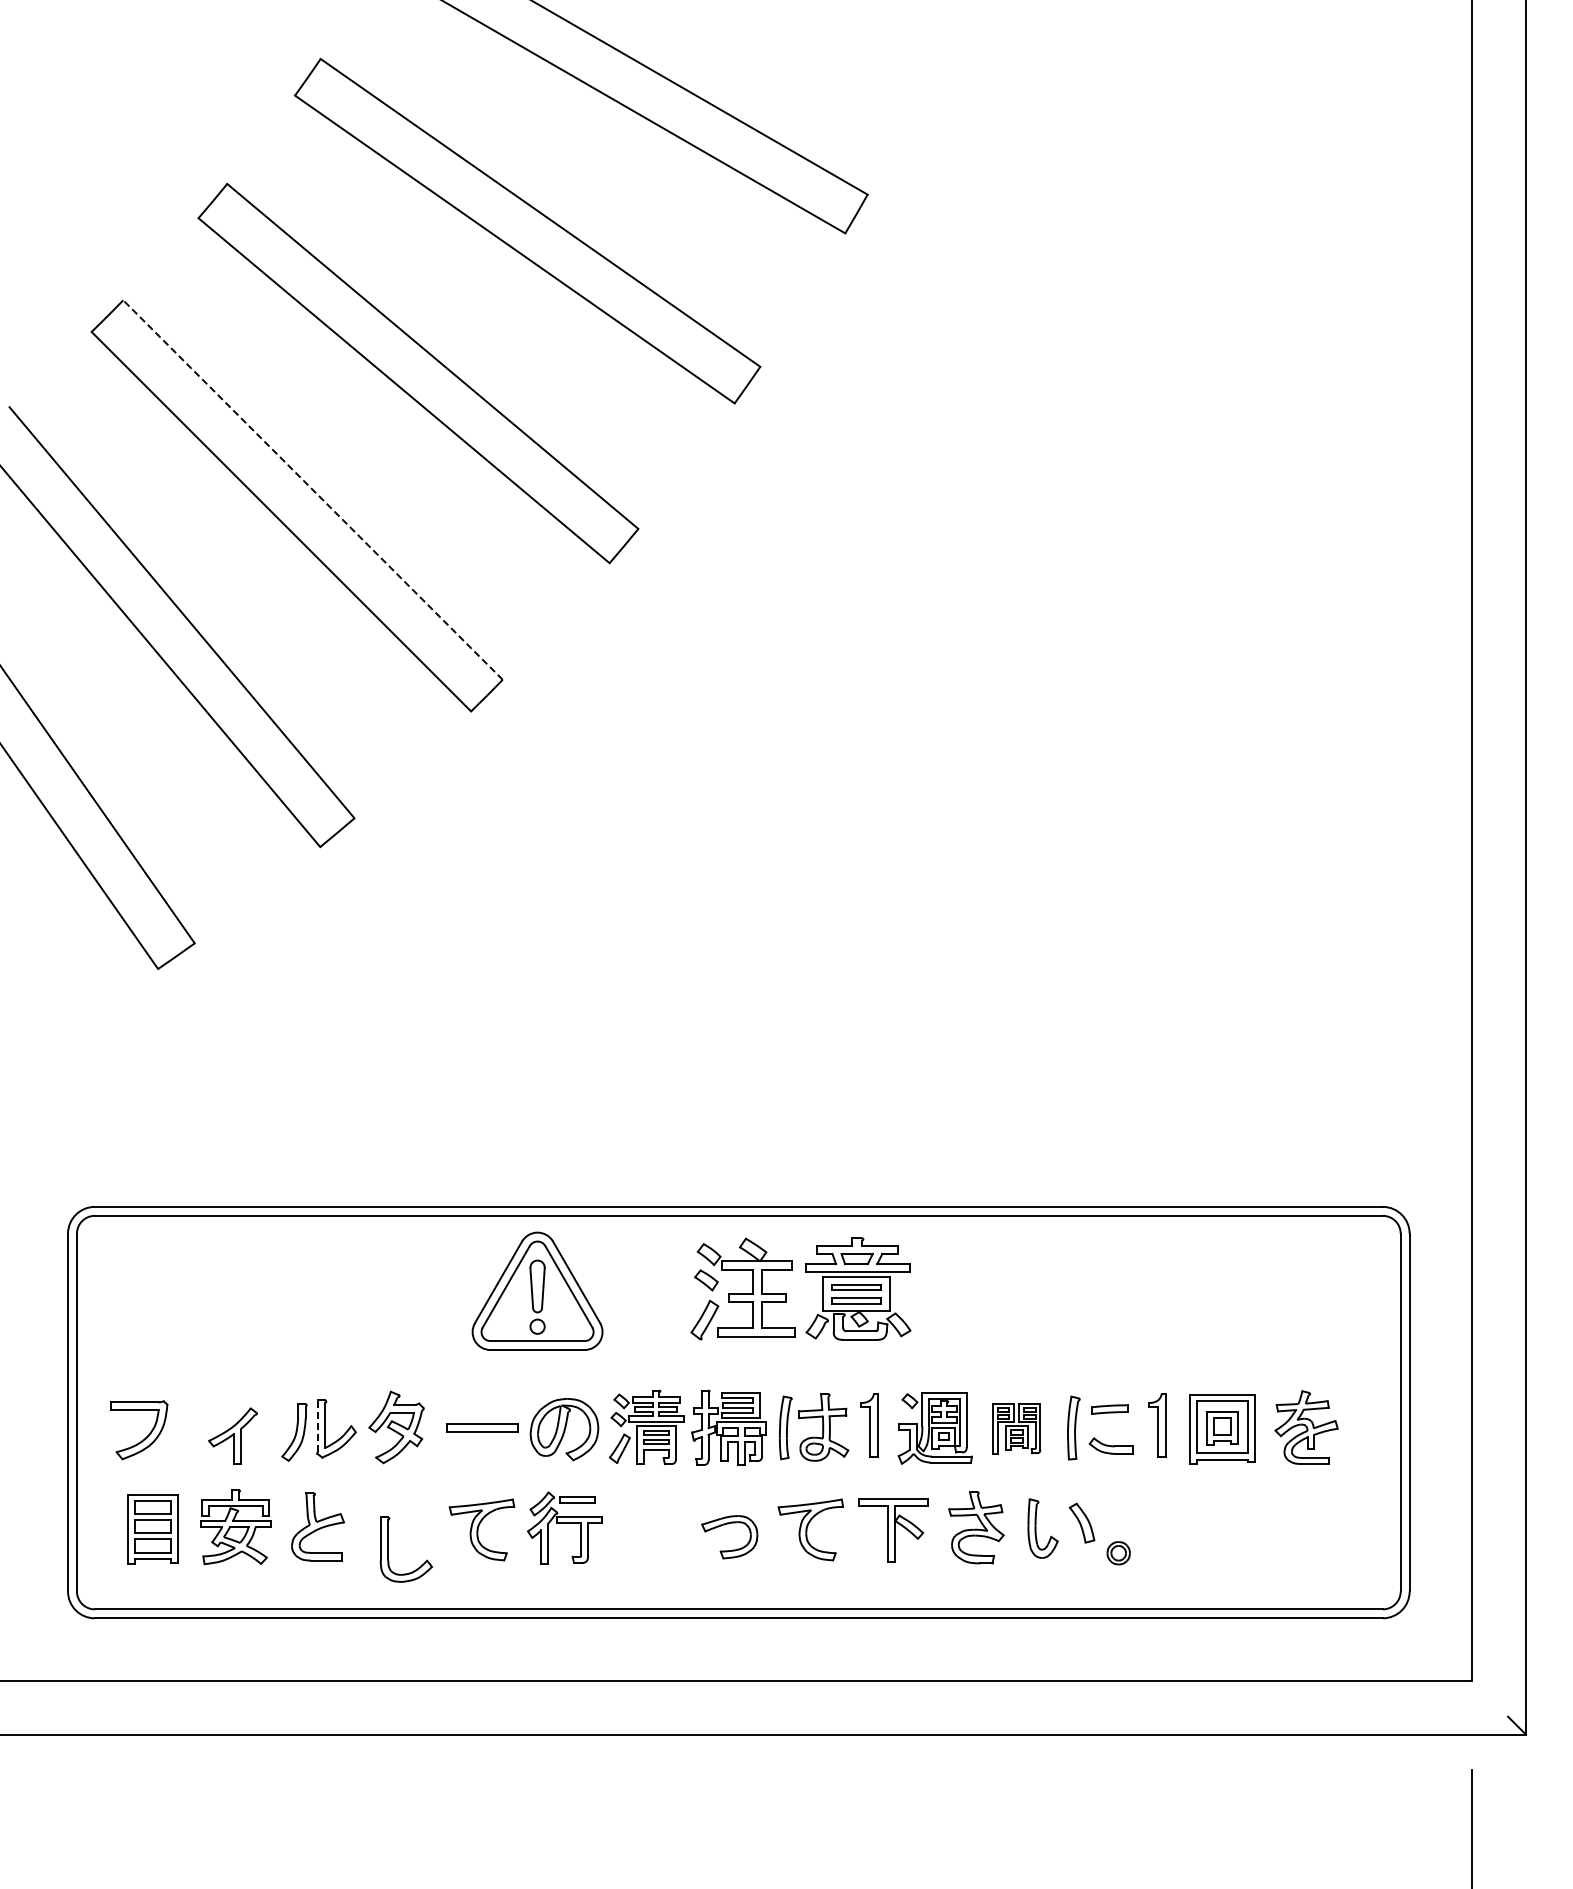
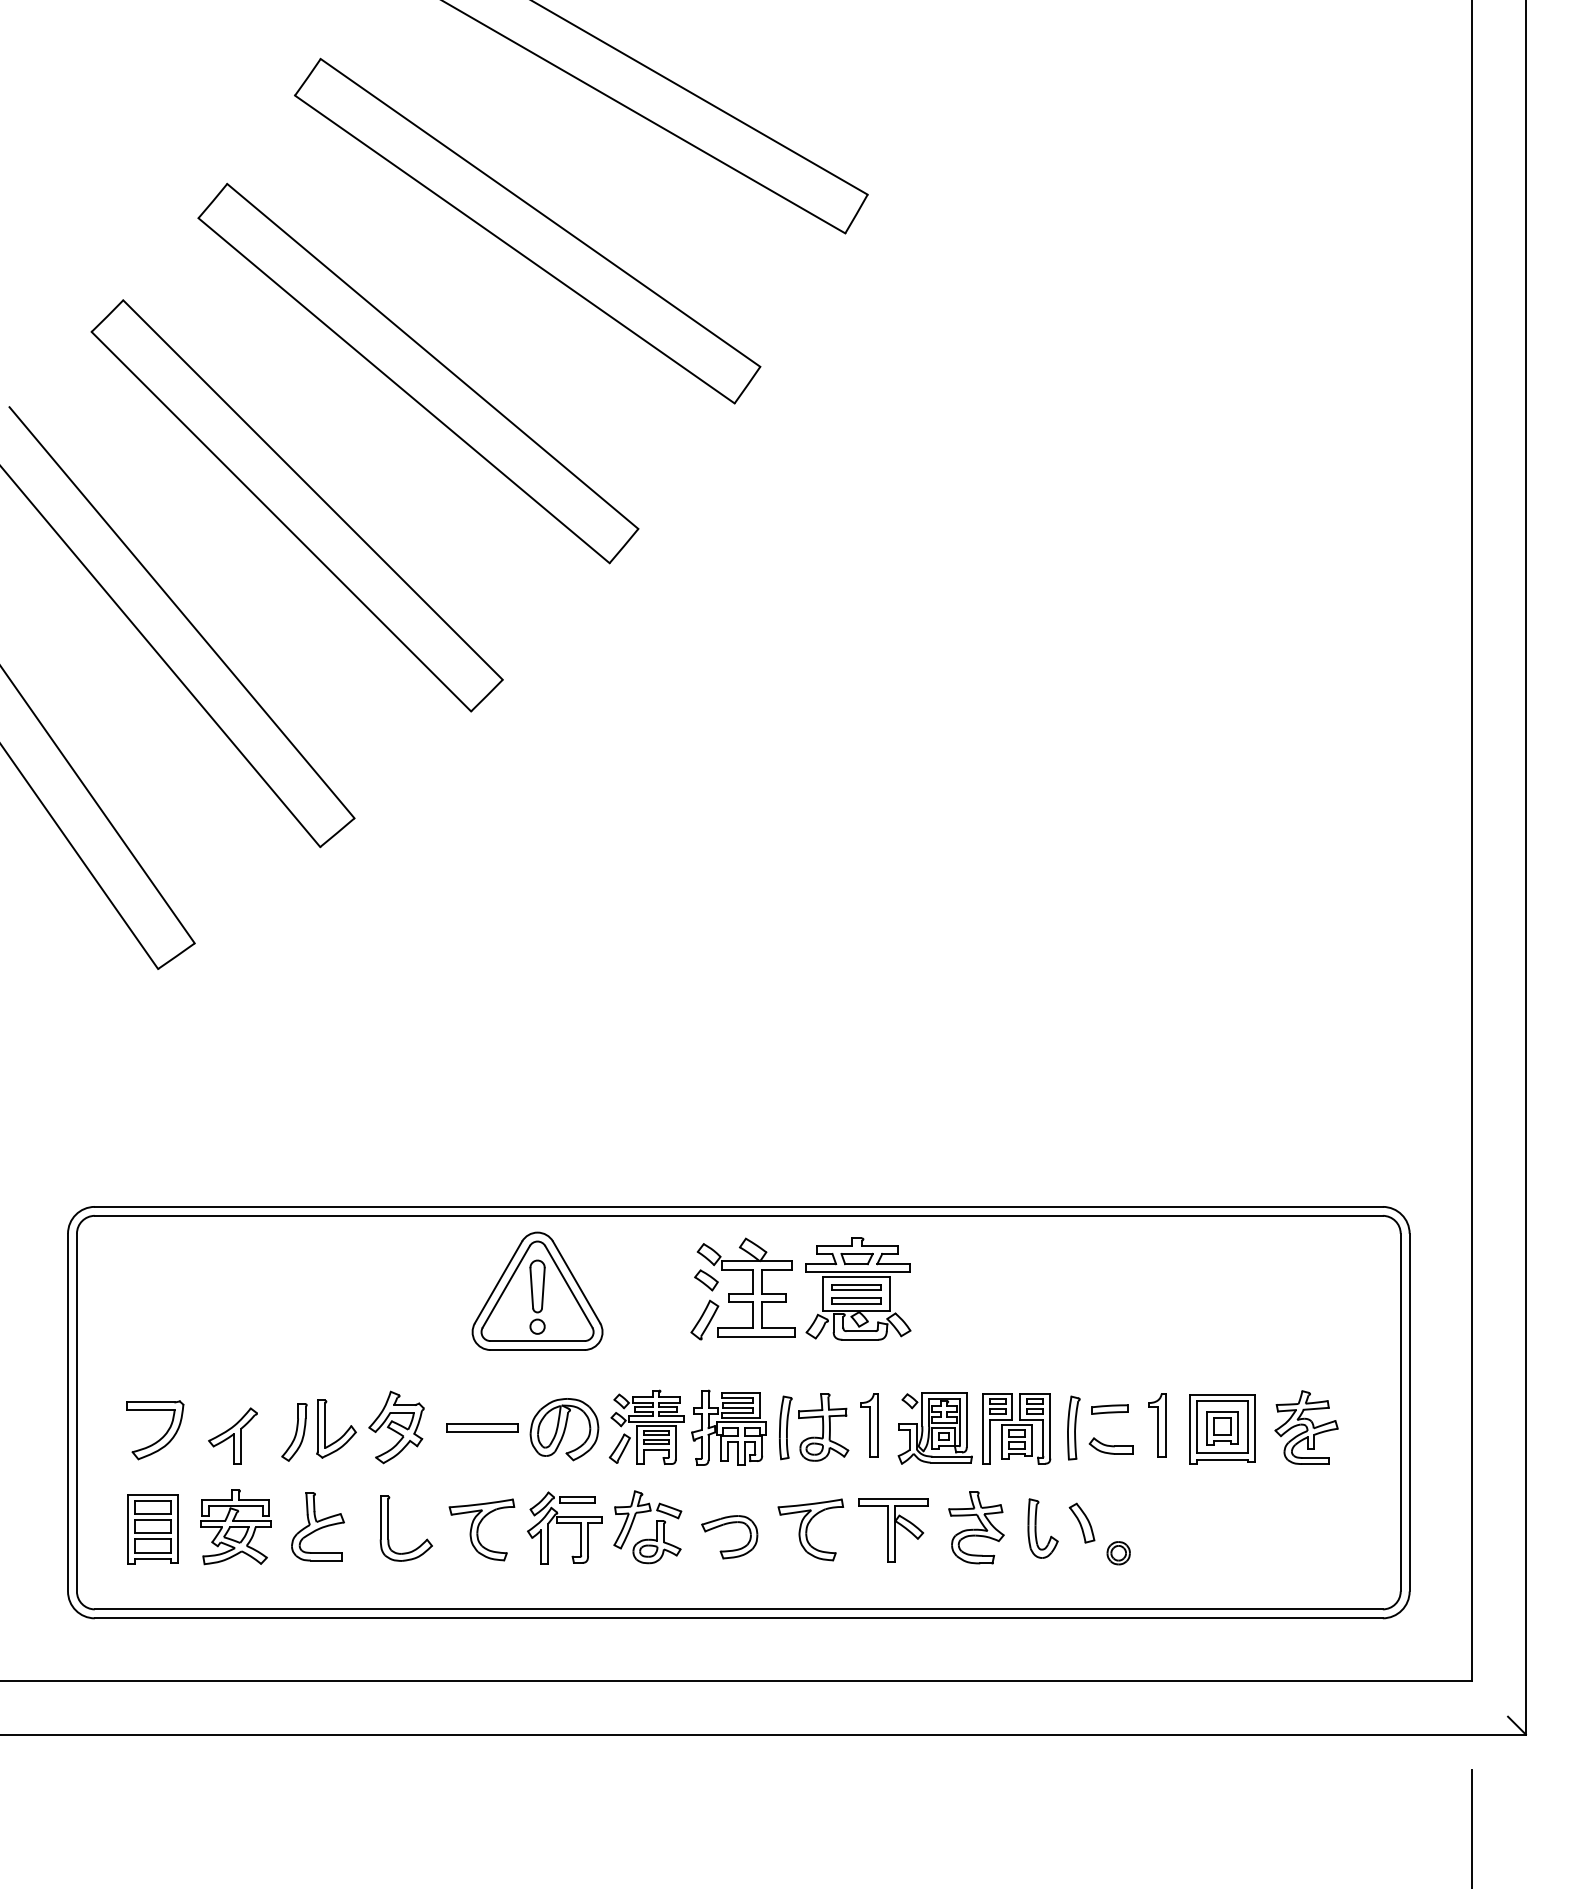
line at (312, 489): dashed -> solid
line at (317, 1426): dashed -> solid
part at (1016, 1428) size: 50x52 px -> 70x72 px
part at (146, 1436) position: (146, 1436) -> (162, 1436)
part at (656, 1527): none -> present
part at (388, 1549) position: (388, 1549) -> (388, 1528)
